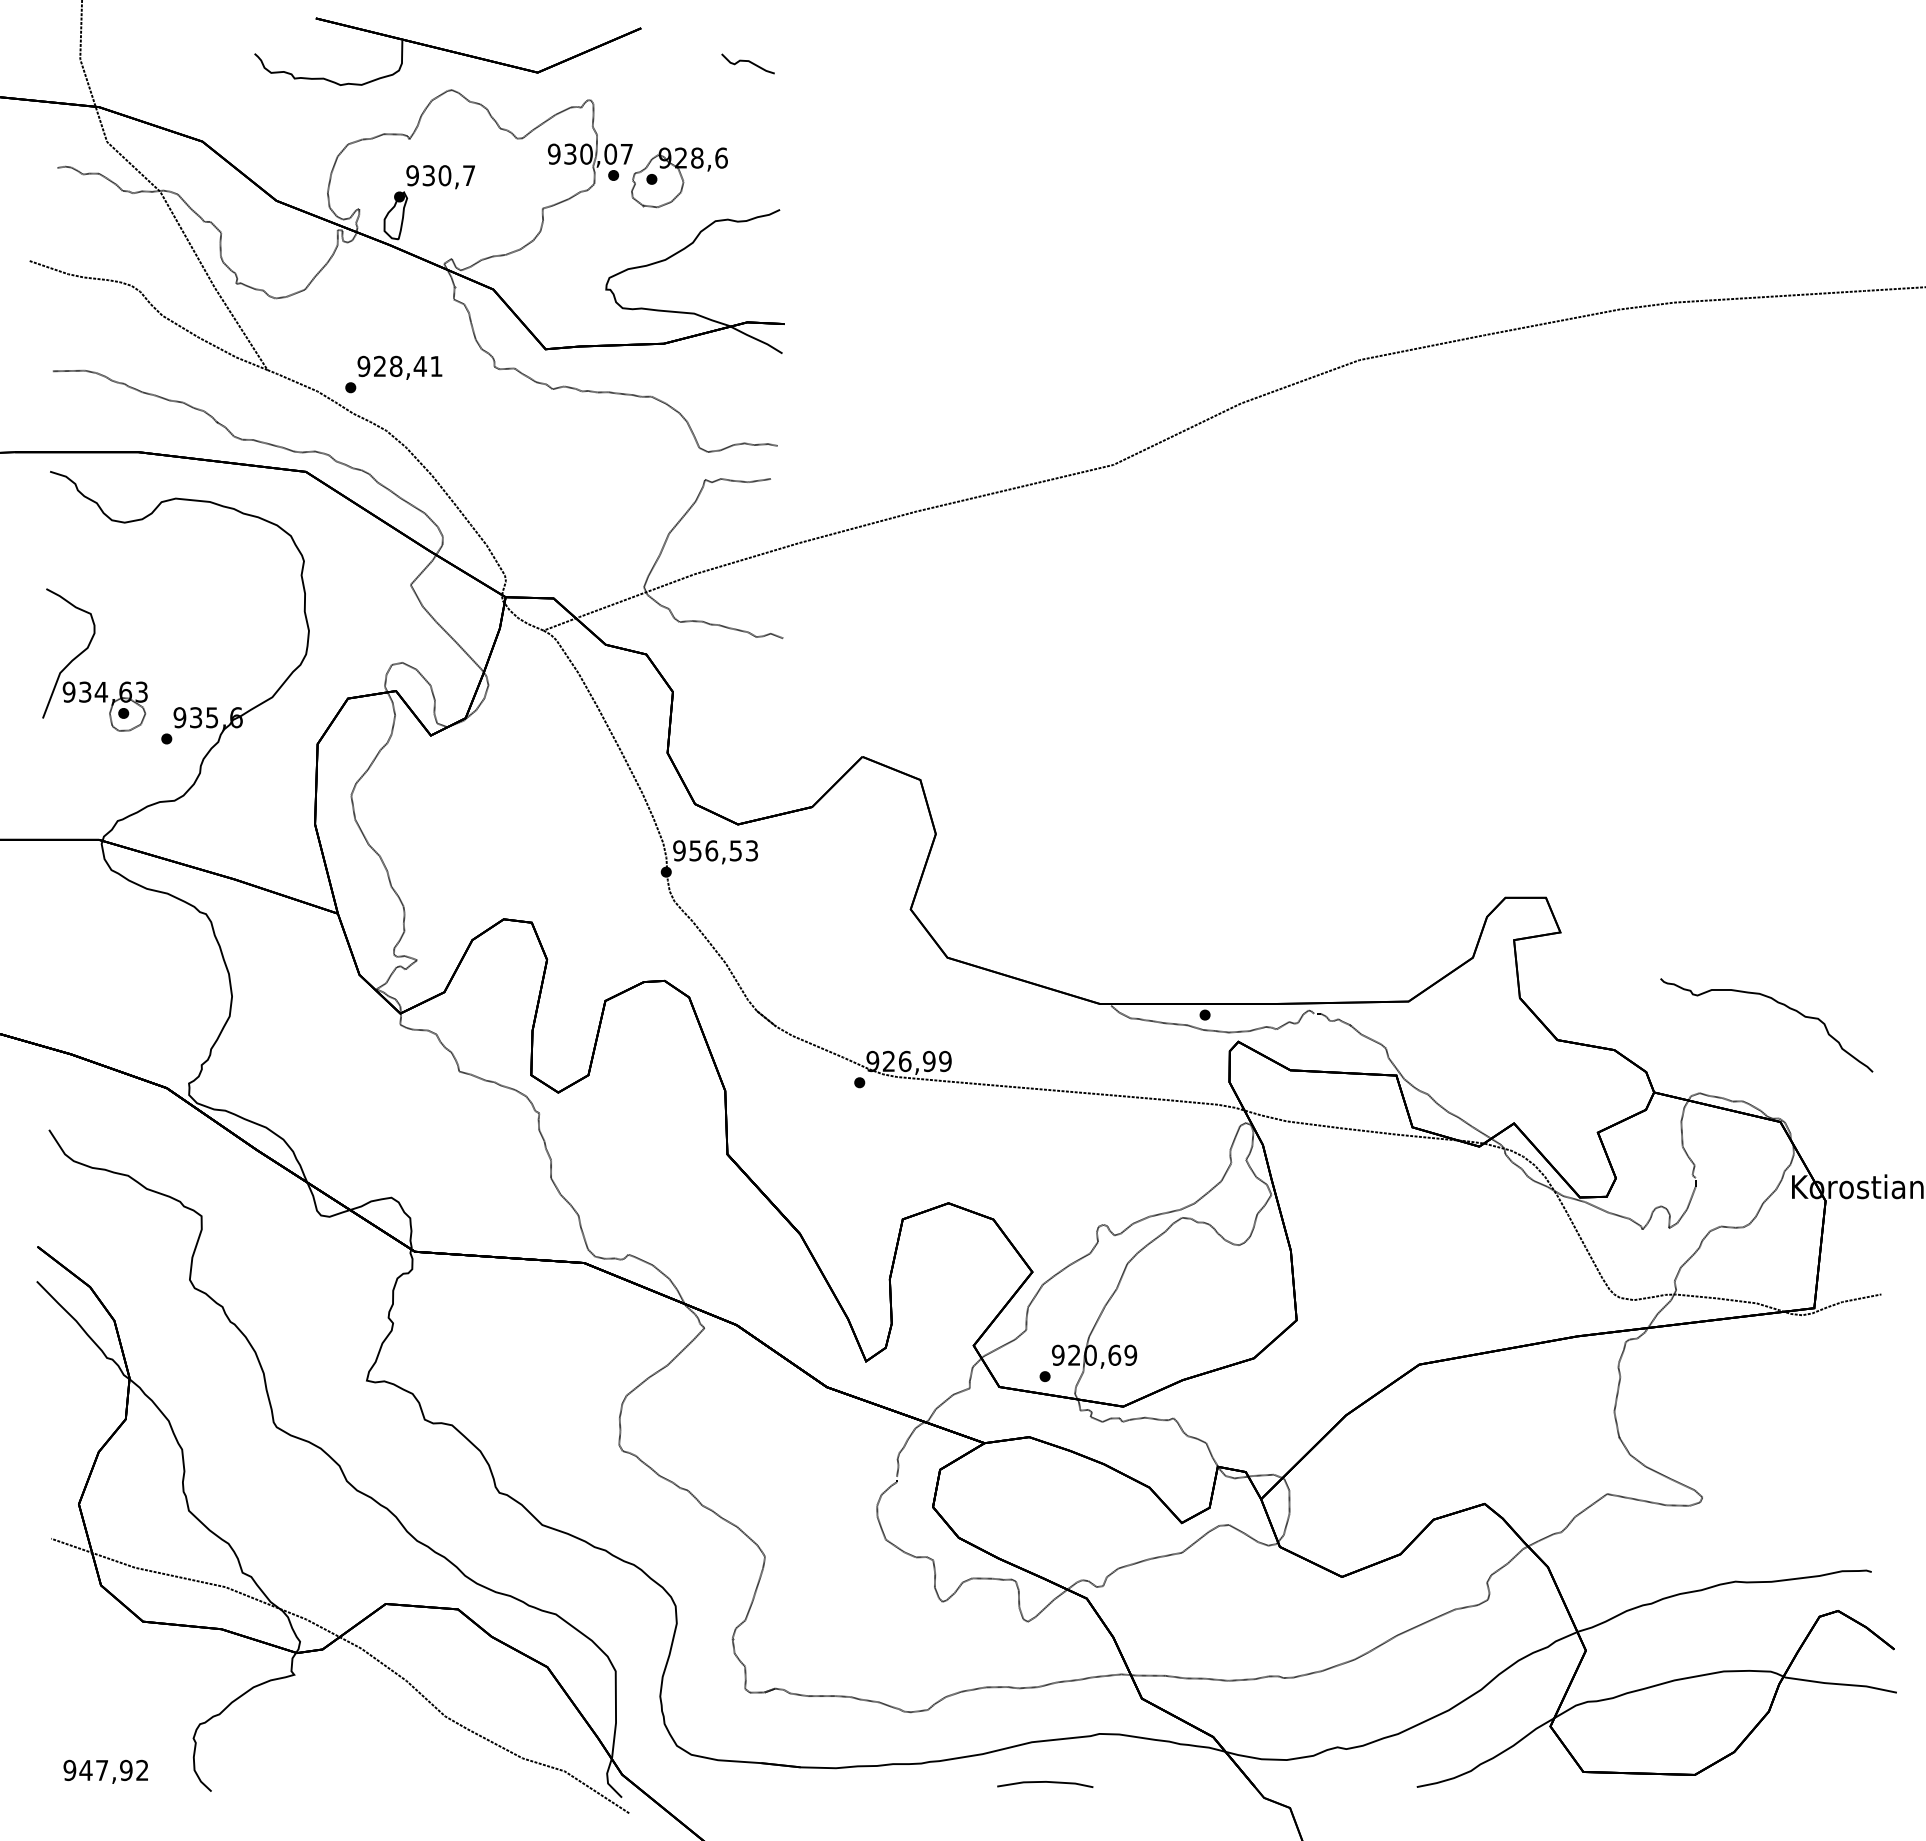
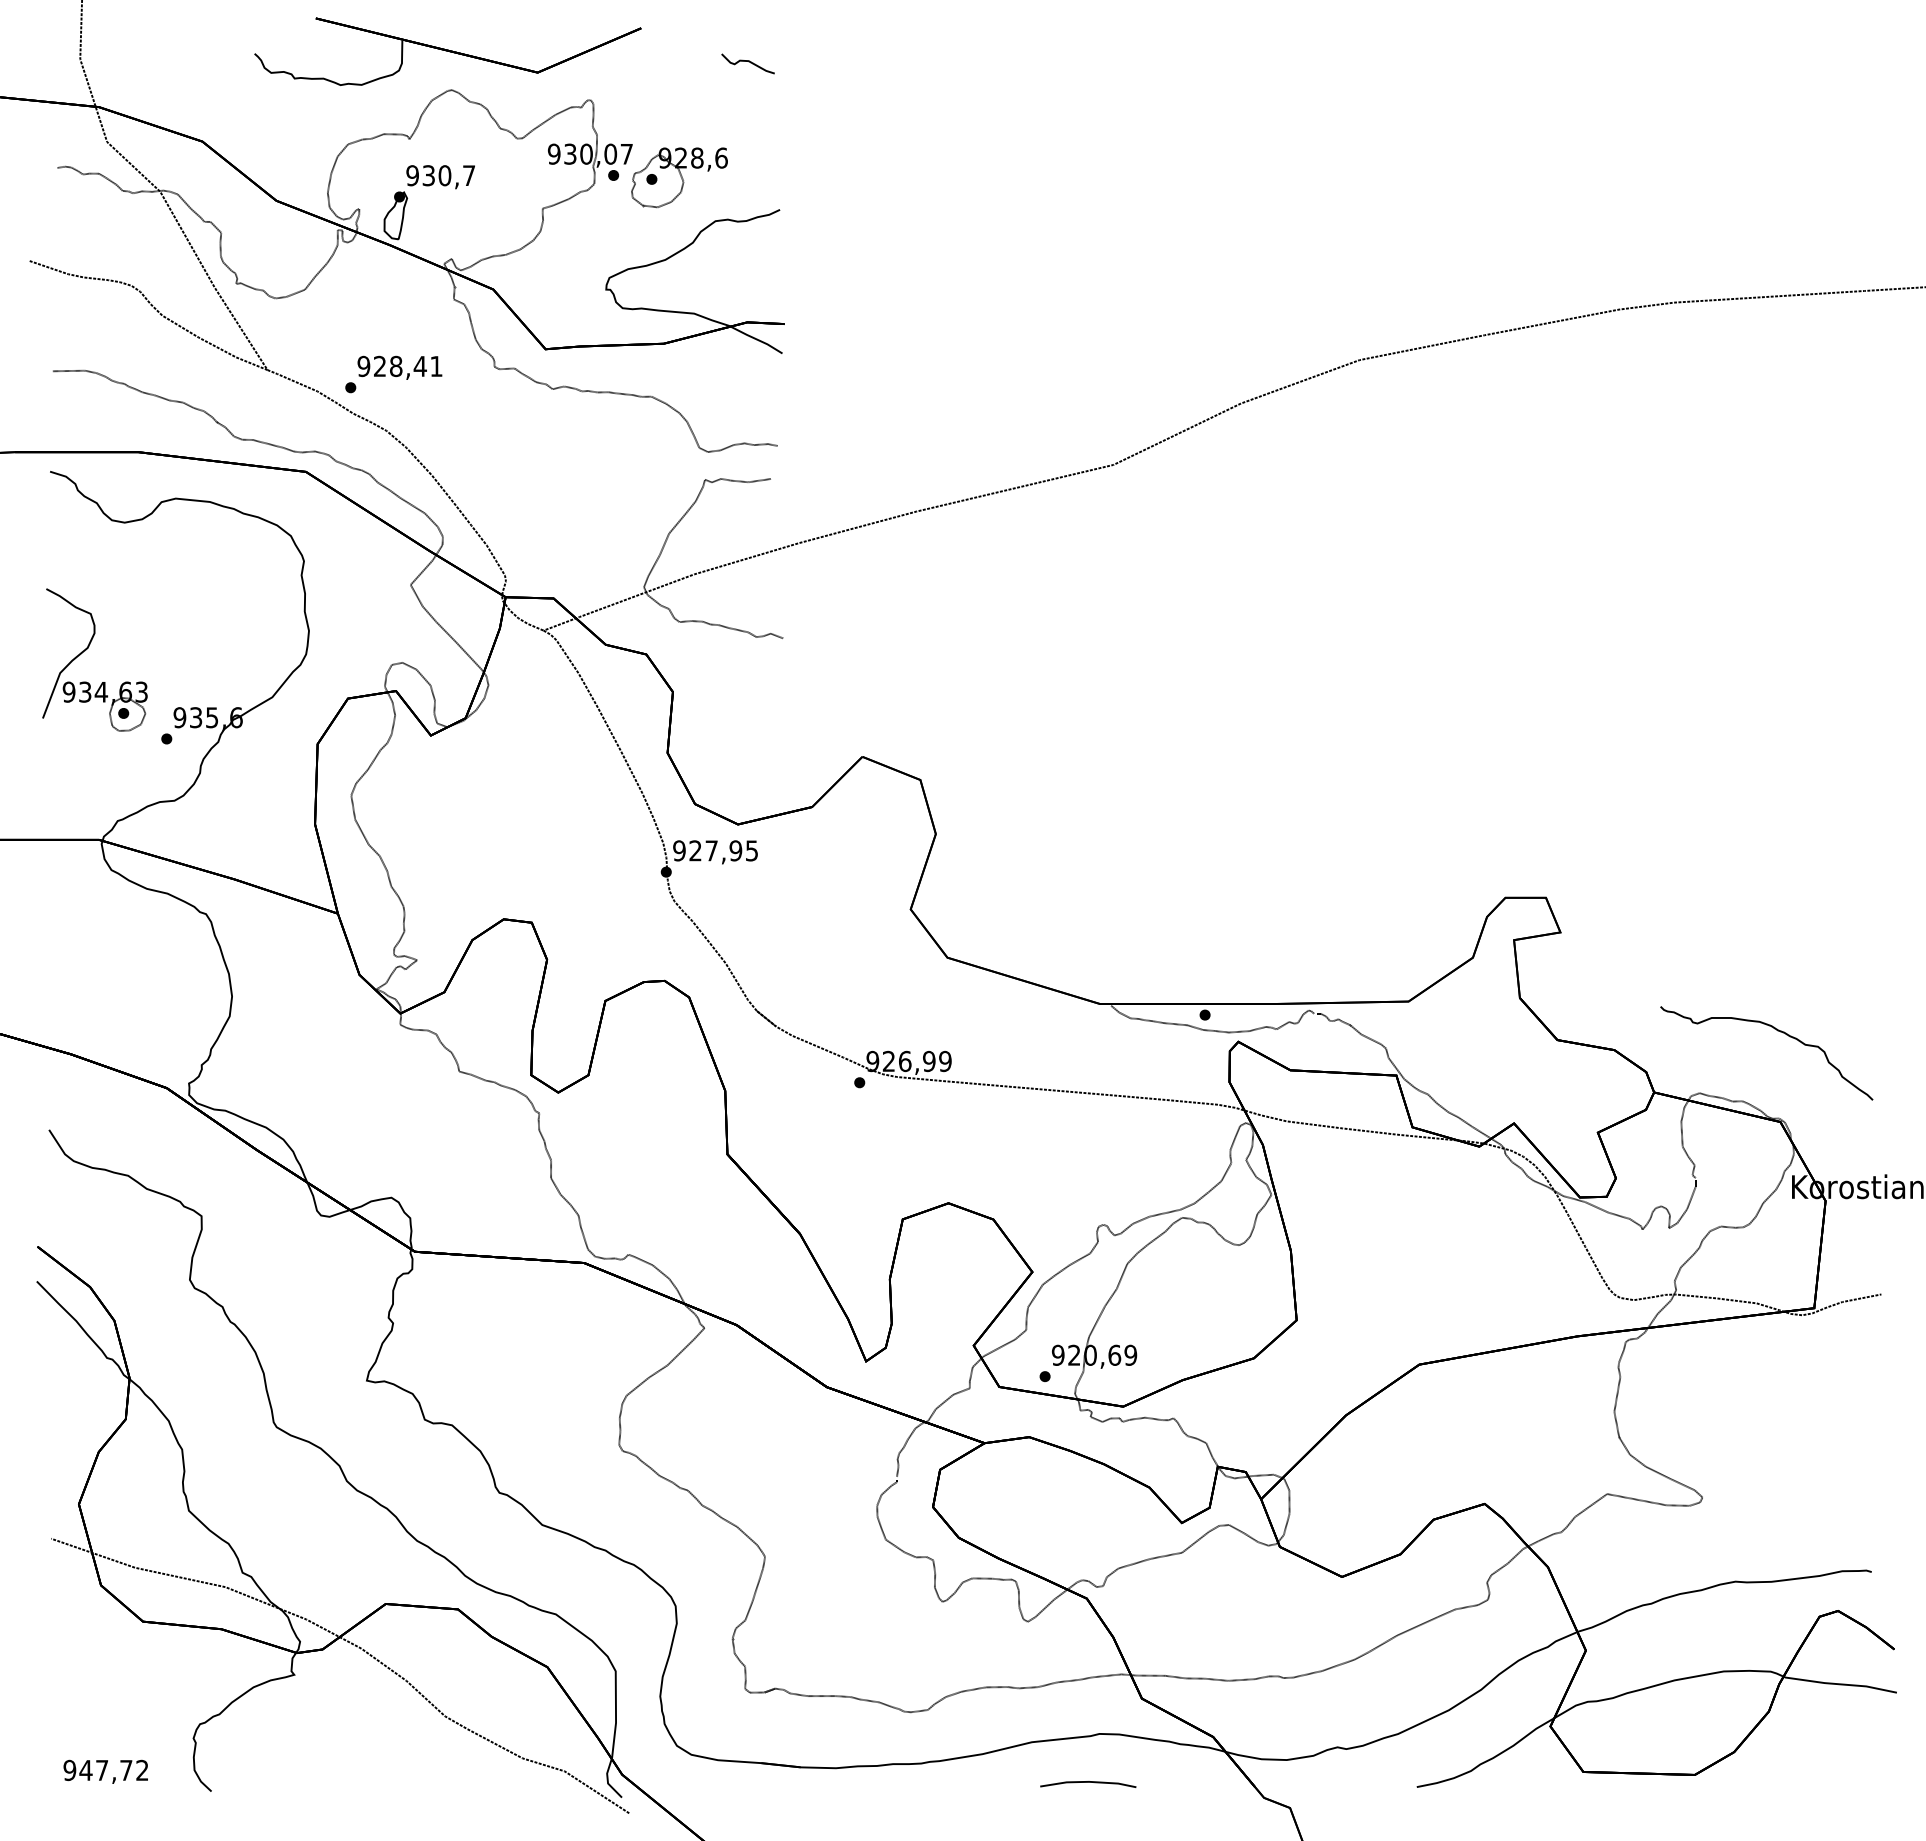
text at (723, 850): 956,53 -> 927,95
curve at (1777, 1003) position: (1777, 1003) -> (1777, 1031)
text at (126, 1770): 947,92 -> 947,72
line at (1045, 1782) position: (1045, 1782) -> (1088, 1782)
